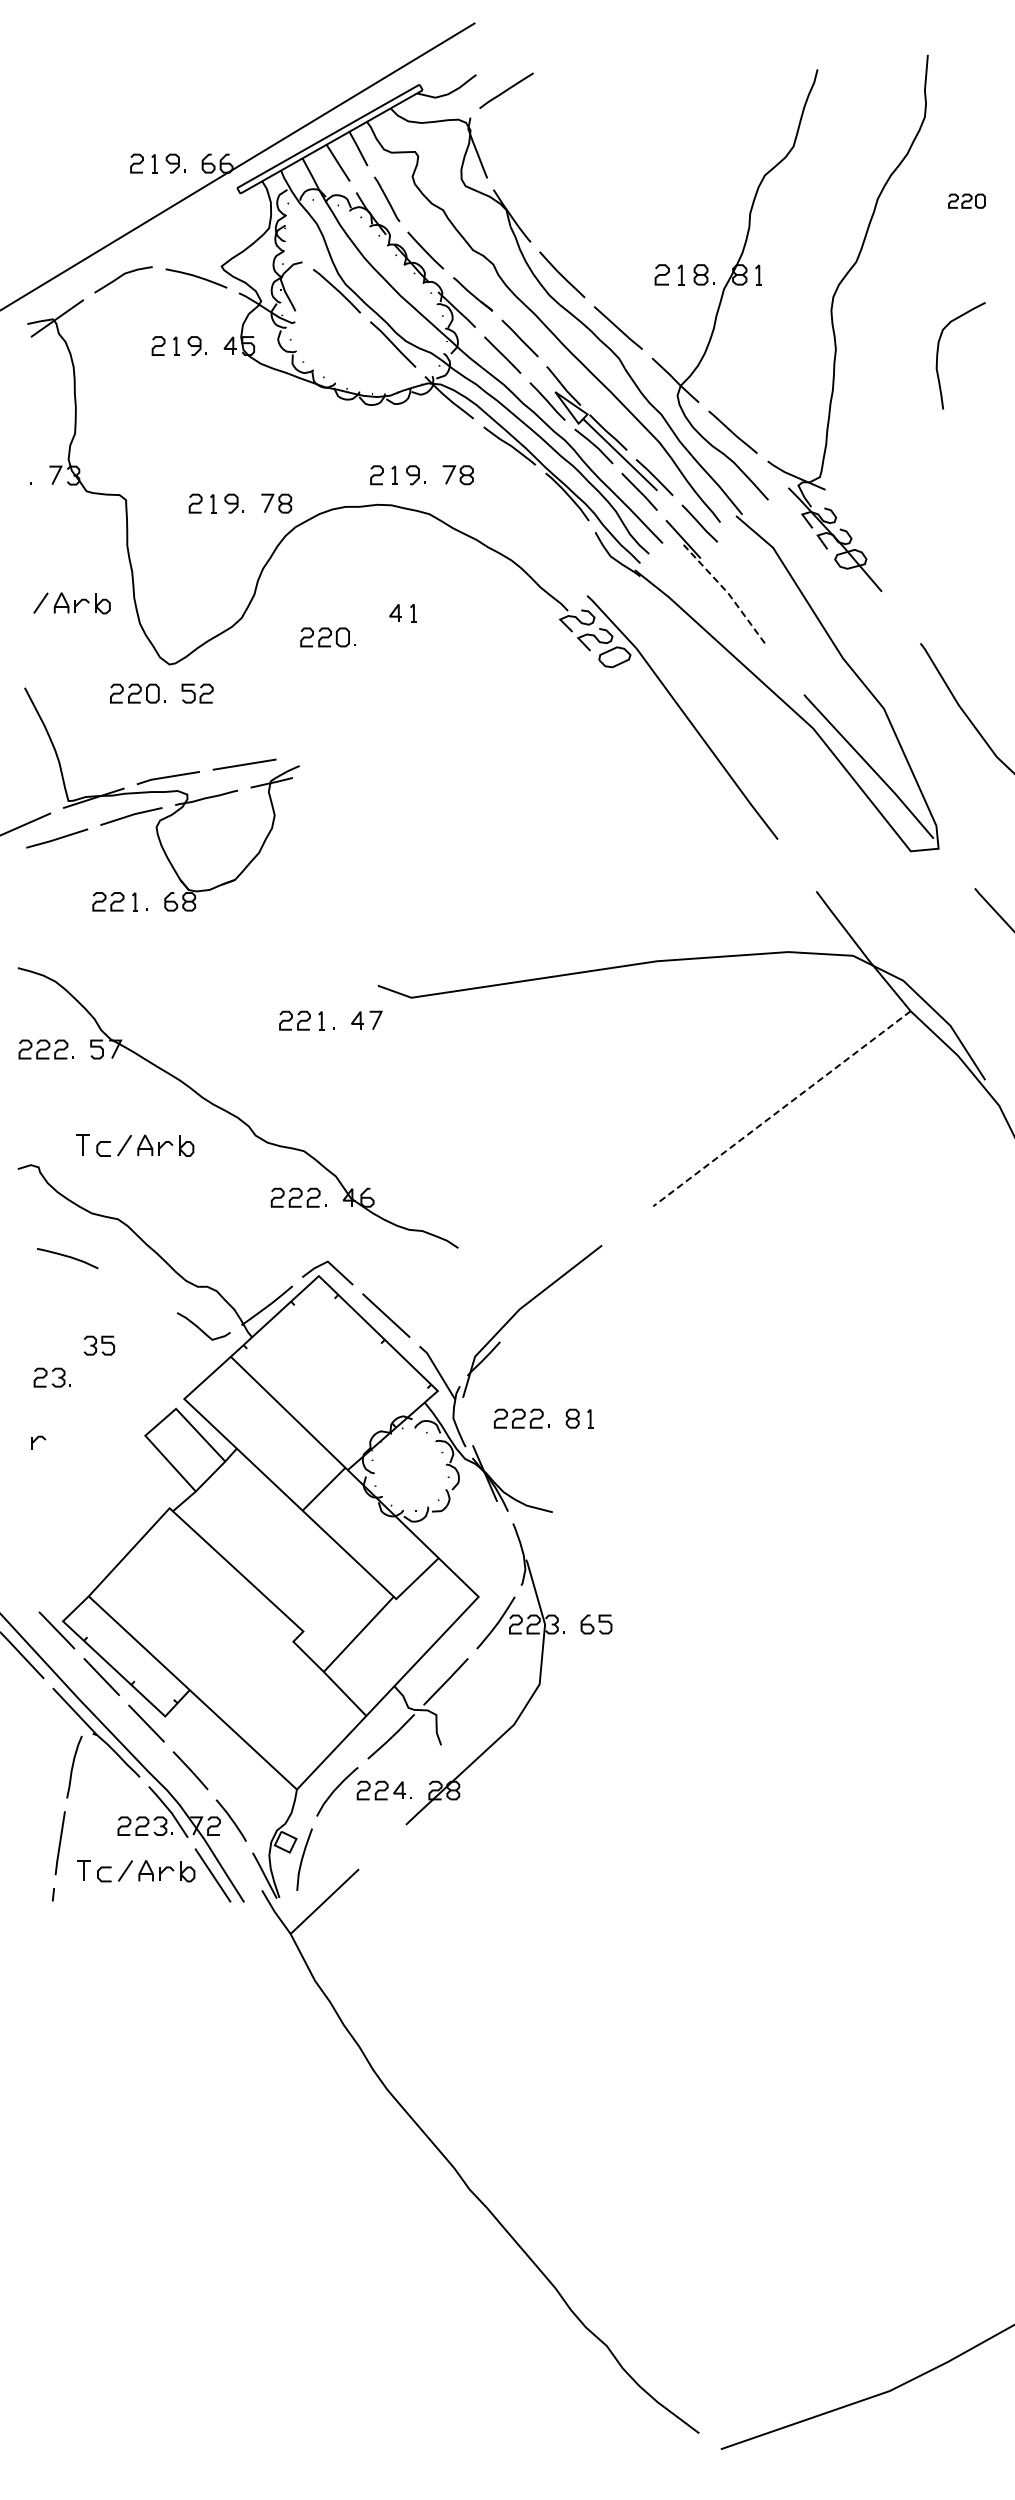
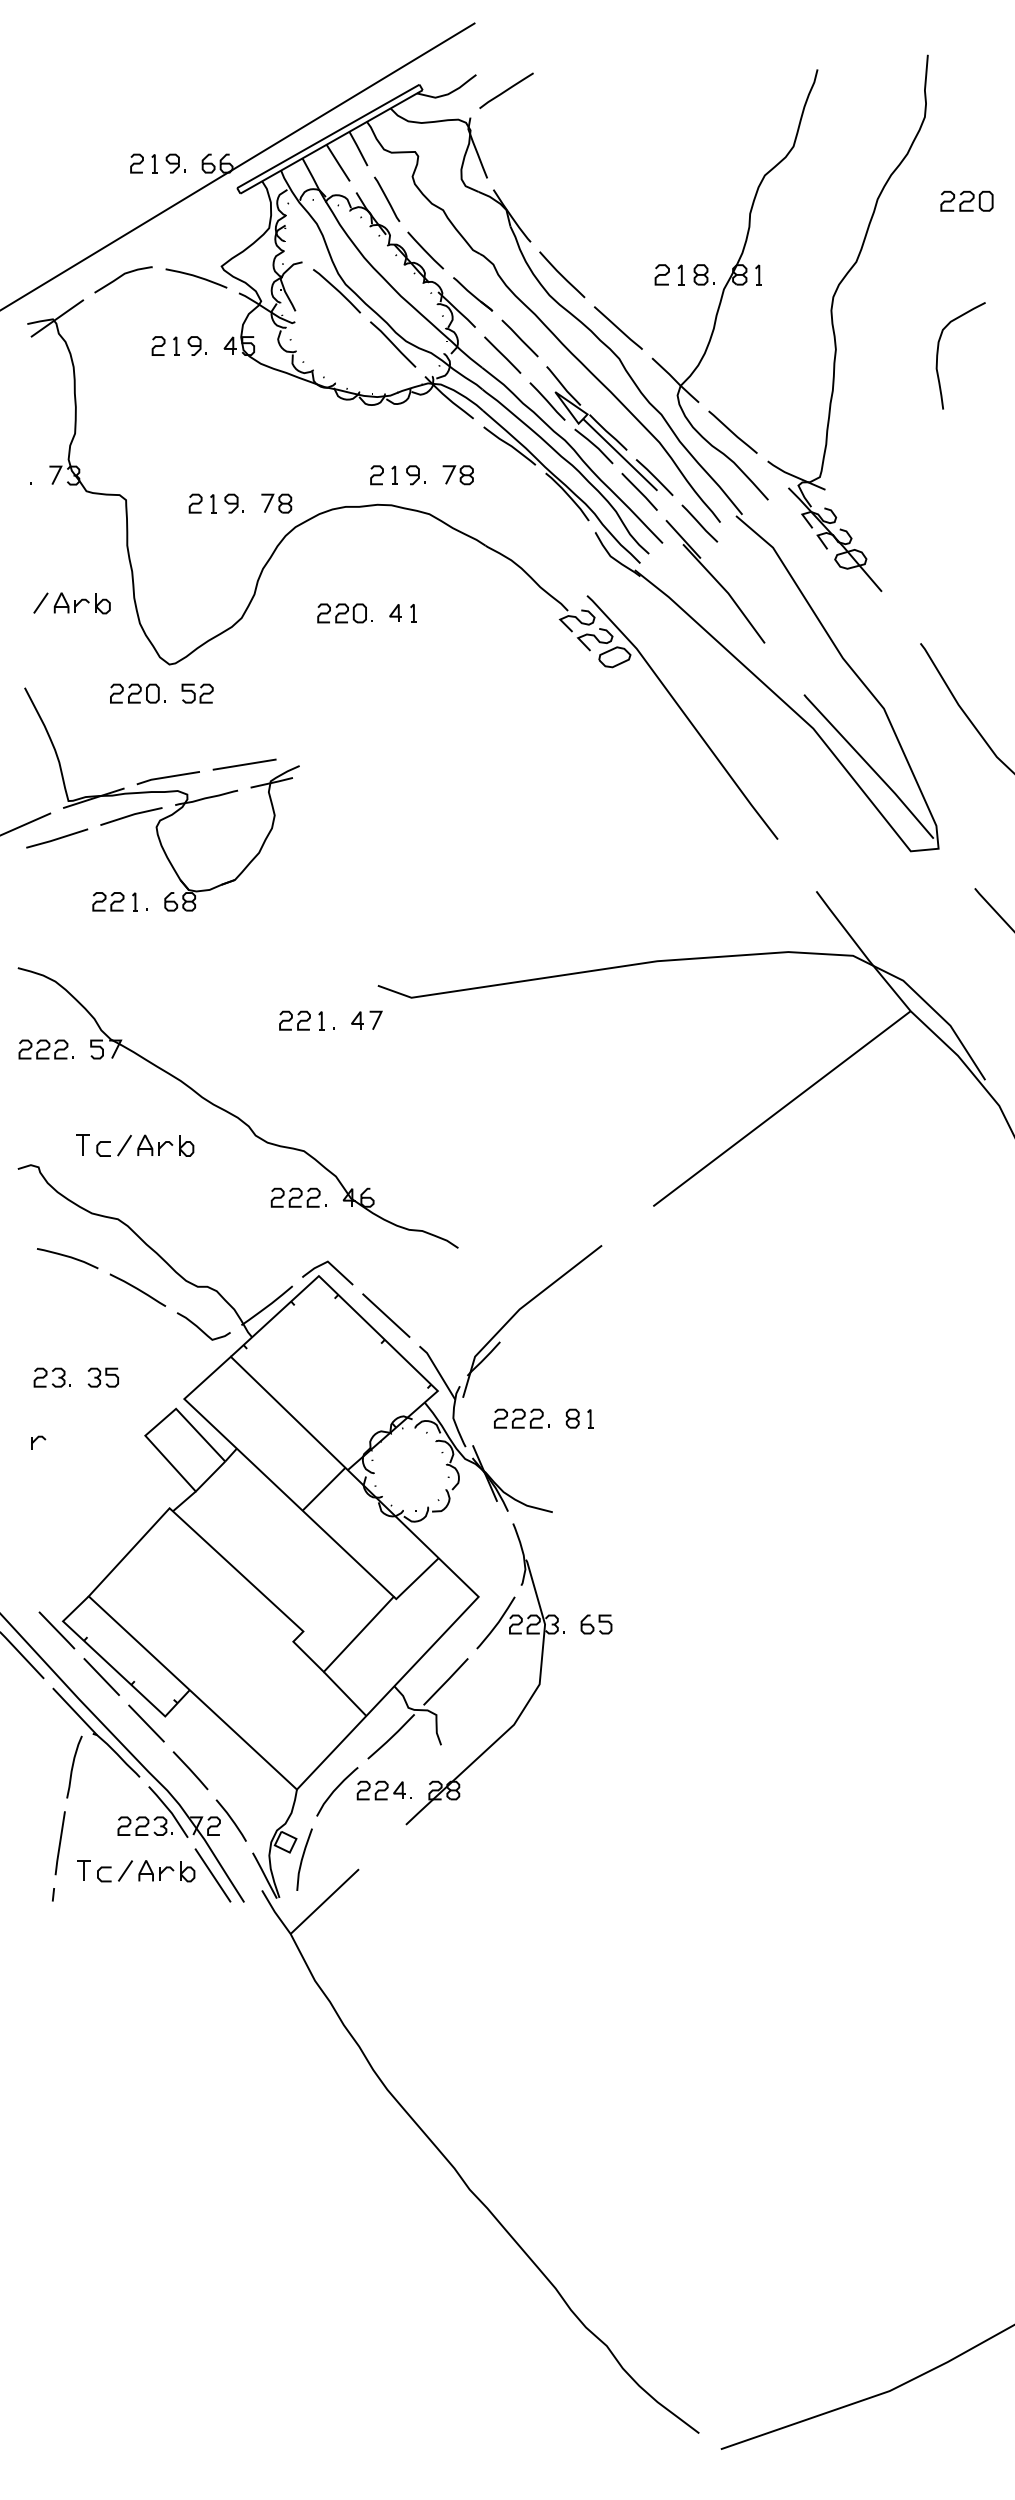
part at (966, 200) size: 38x16 px -> 54x22 px
line at (726, 591): dashed -> solid
part at (327, 637) position: (327, 637) -> (344, 613)
line at (782, 1108): dashed -> solid
curve at (137, 1289): none -> present
part at (98, 1345) position: (98, 1345) -> (102, 1377)
